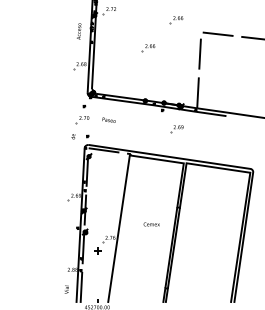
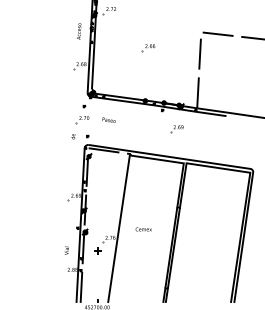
part at (176, 20): present -> none
text at (151, 224) position: (151, 224) -> (143, 229)
text at (66, 289) position: (66, 289) -> (66, 250)
